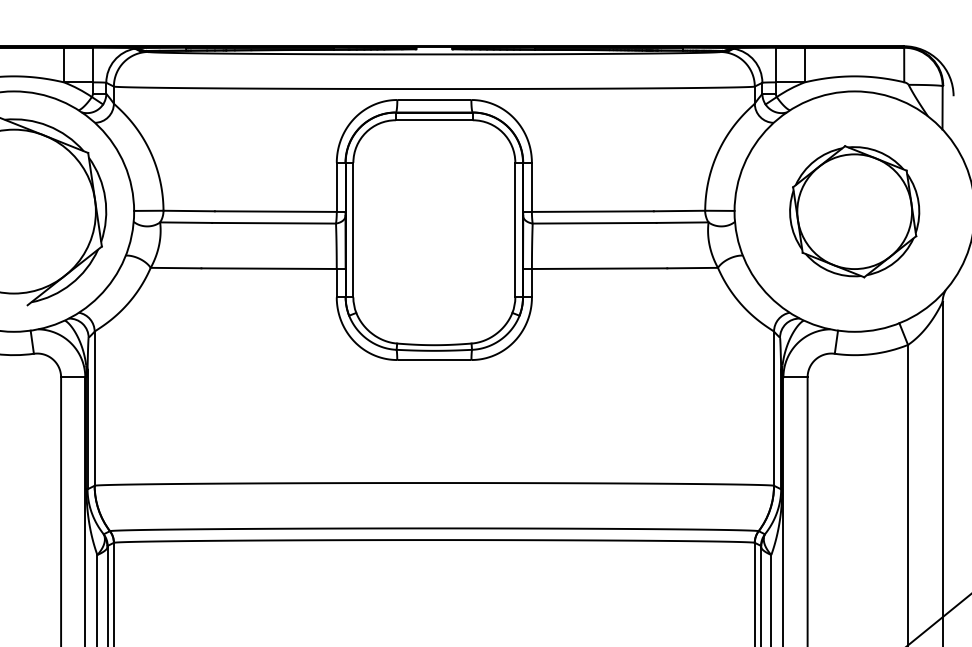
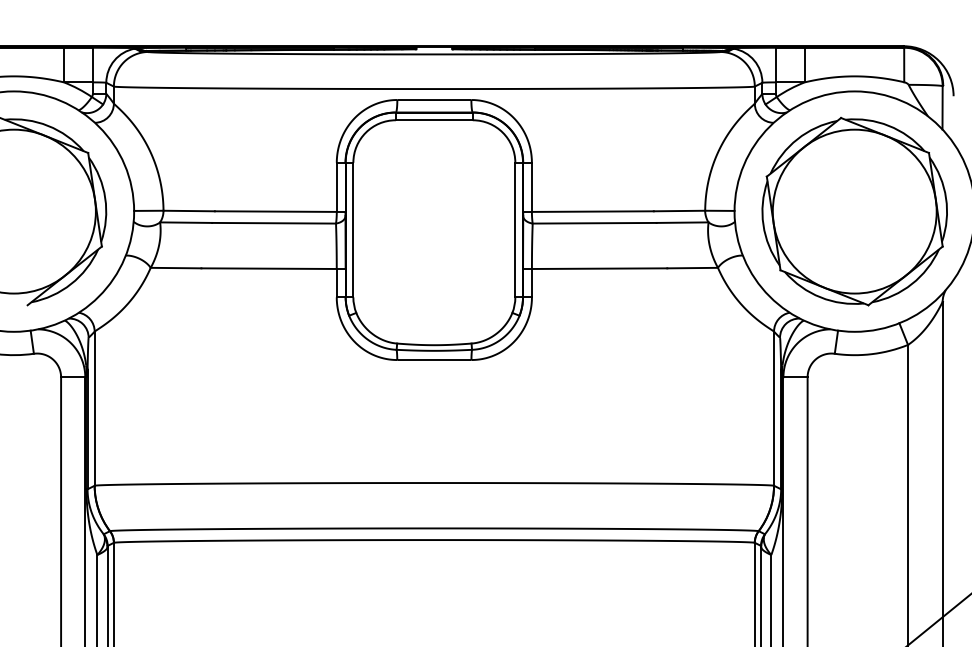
part at (854, 211) size: 132x134 px -> 187x190 px
